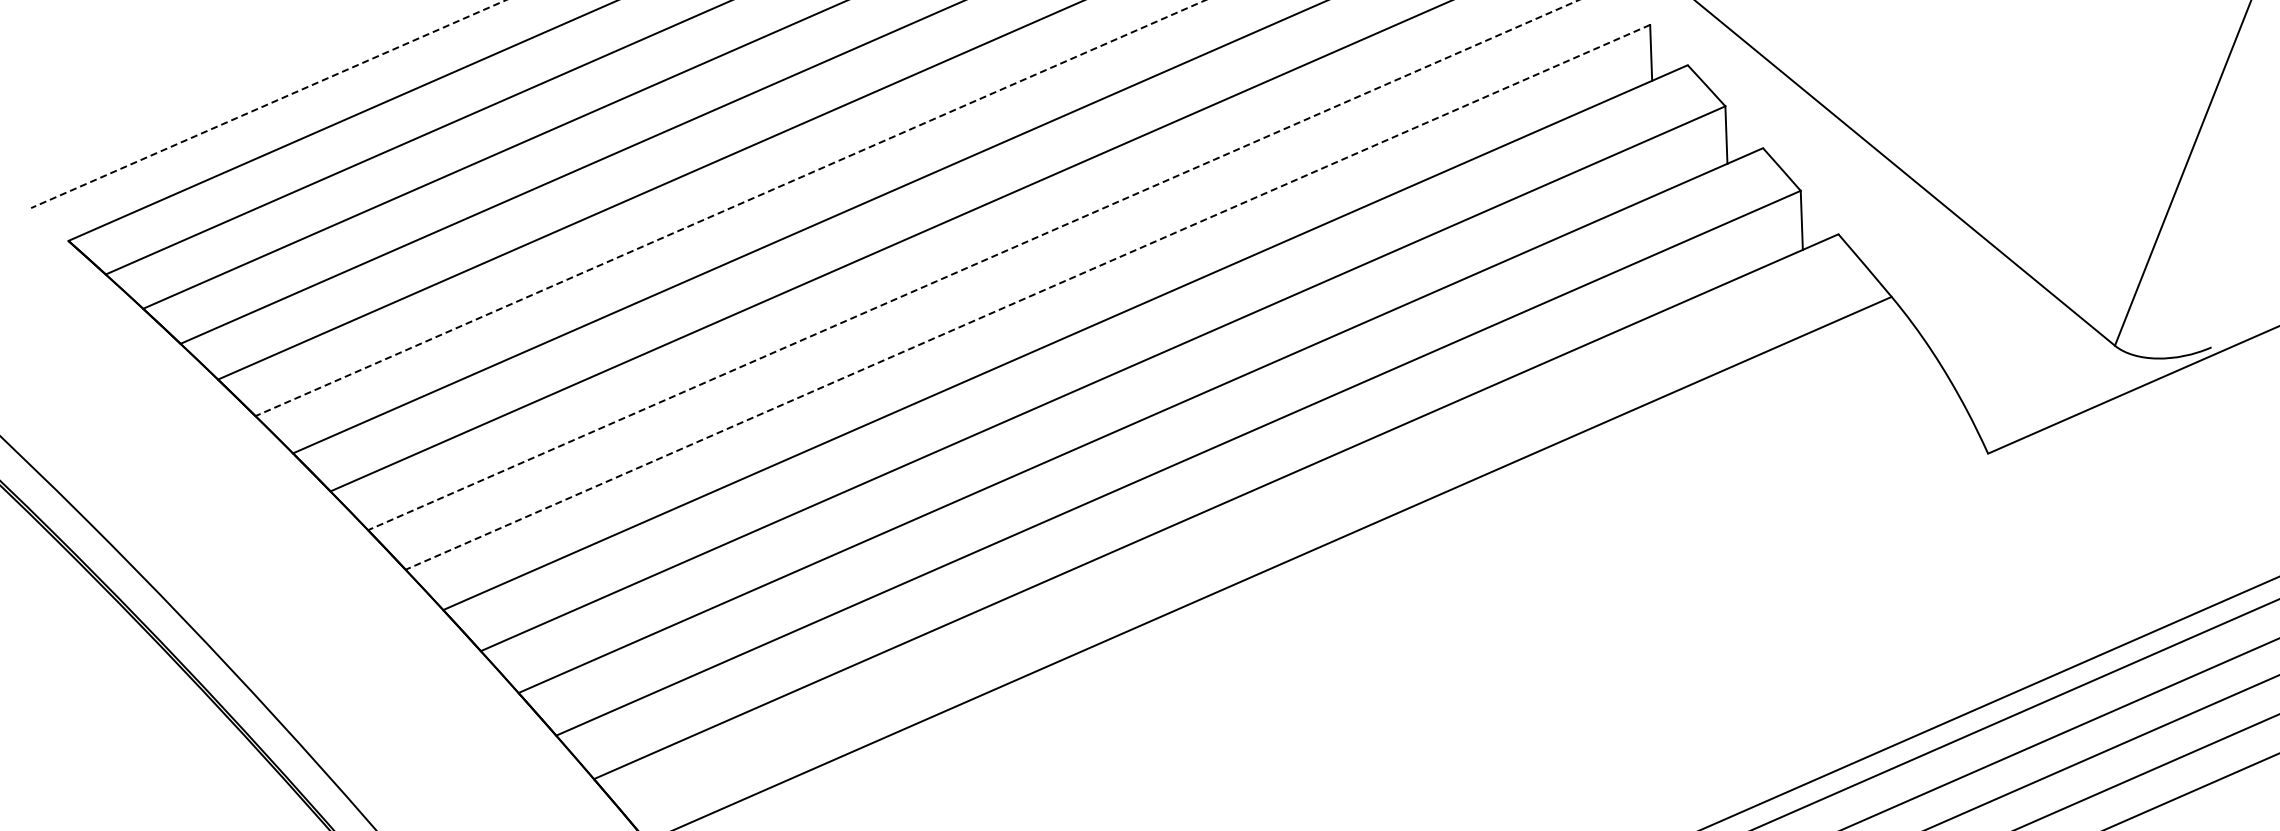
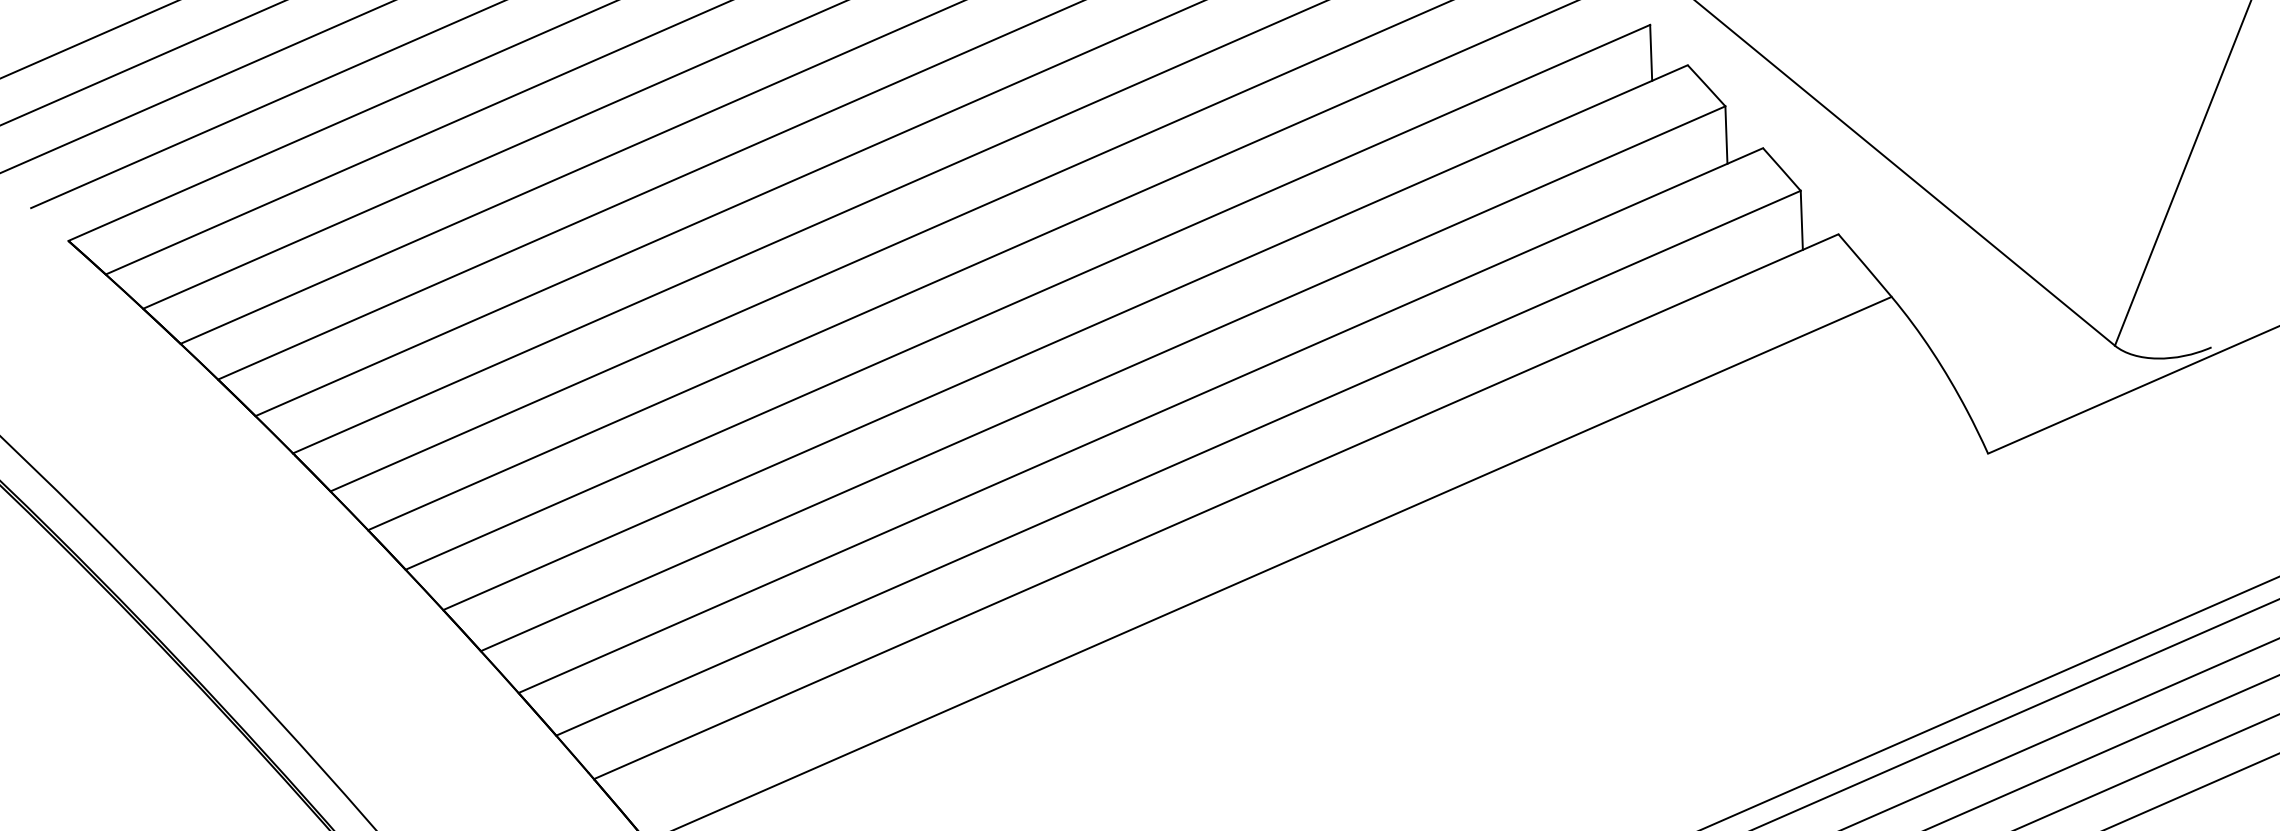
line at (88, 39): none -> present
line at (141, 63): none -> present
line at (196, 87): none -> present
line at (268, 104): dashed -> solid
line at (730, 208): dashed -> solid
line at (973, 265): dashed -> solid
line at (1027, 297): dashed -> solid
